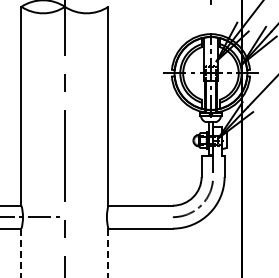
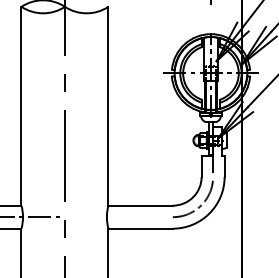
line at (21, 253): dashed -> solid
line at (108, 253): dashed -> solid
